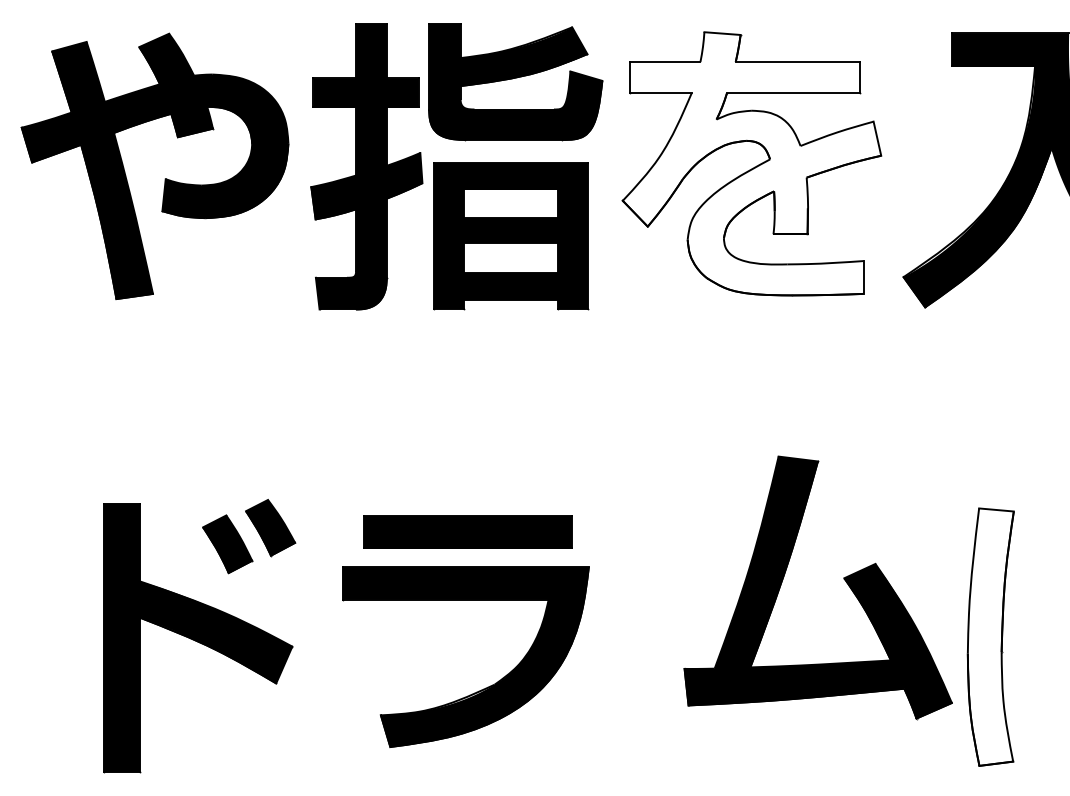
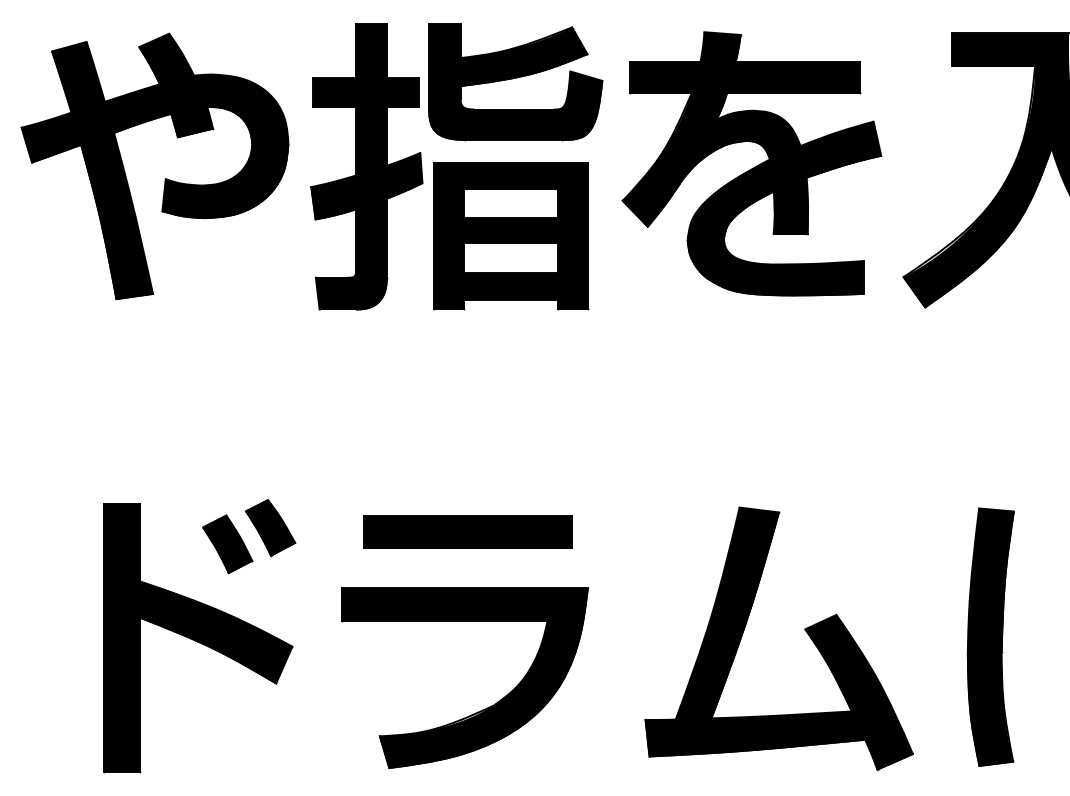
fill at (751, 163): none -> present
part at (843, 579) position: (843, 579) -> (804, 630)
fill at (990, 636): none -> present
part at (481, 689) position: (481, 689) -> (480, 710)
